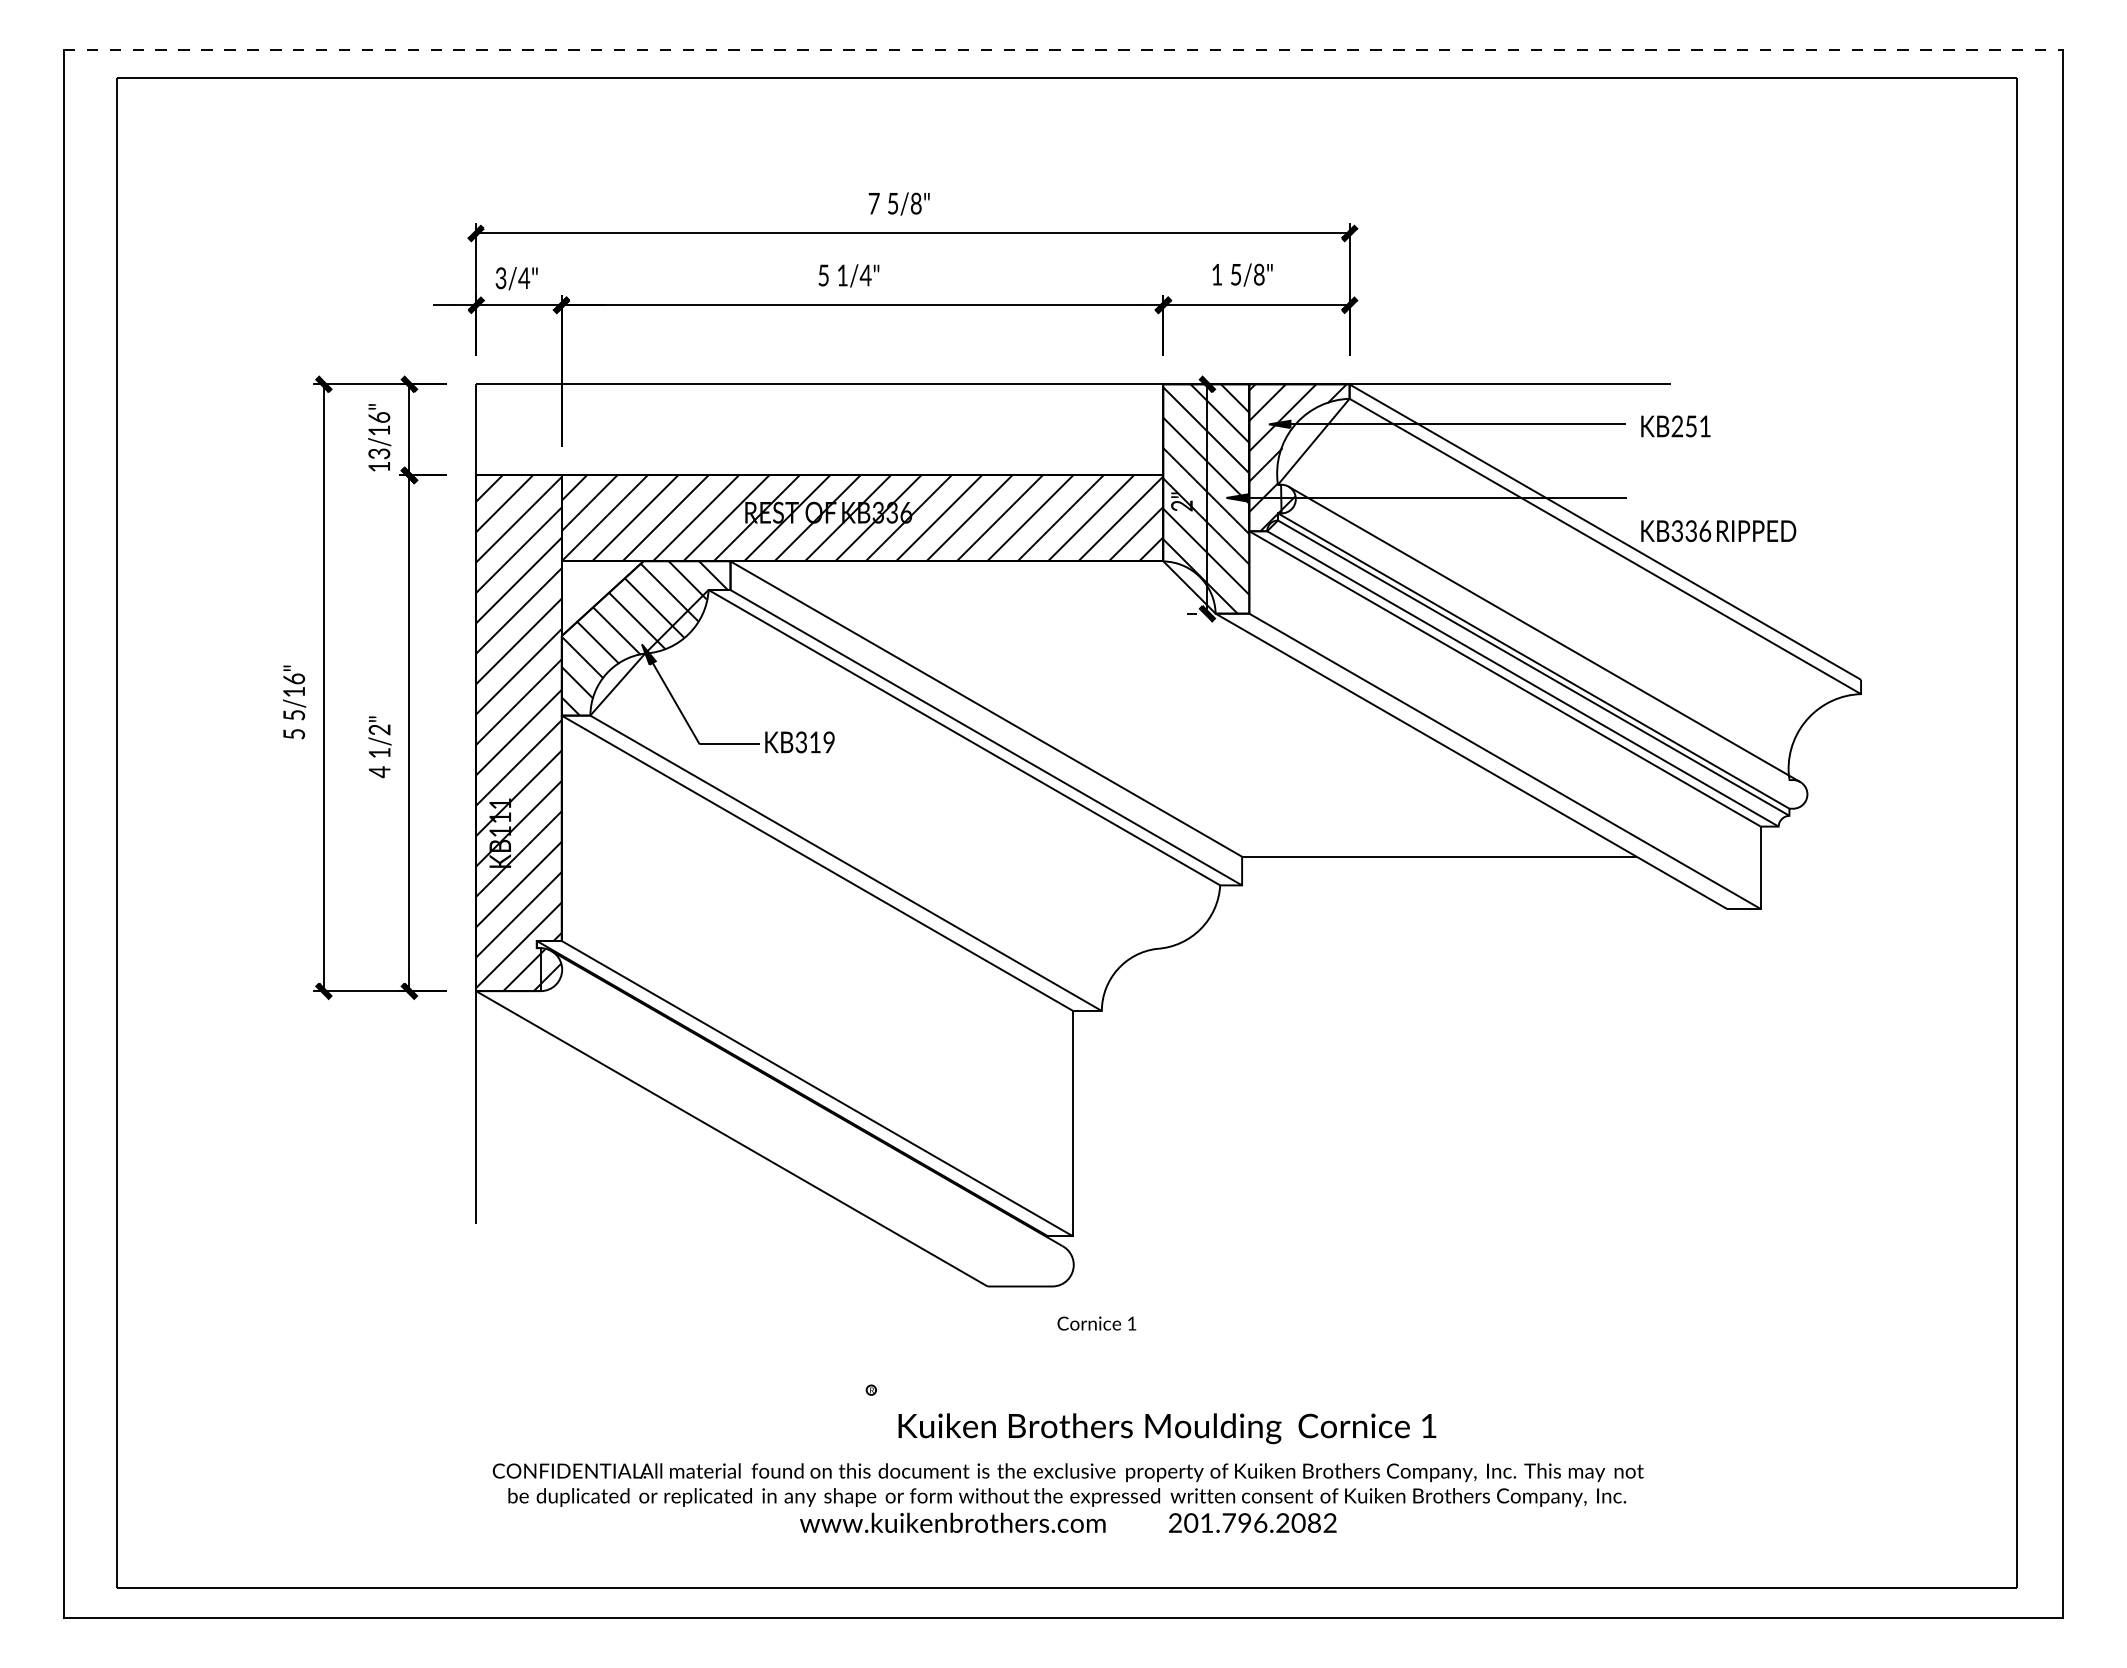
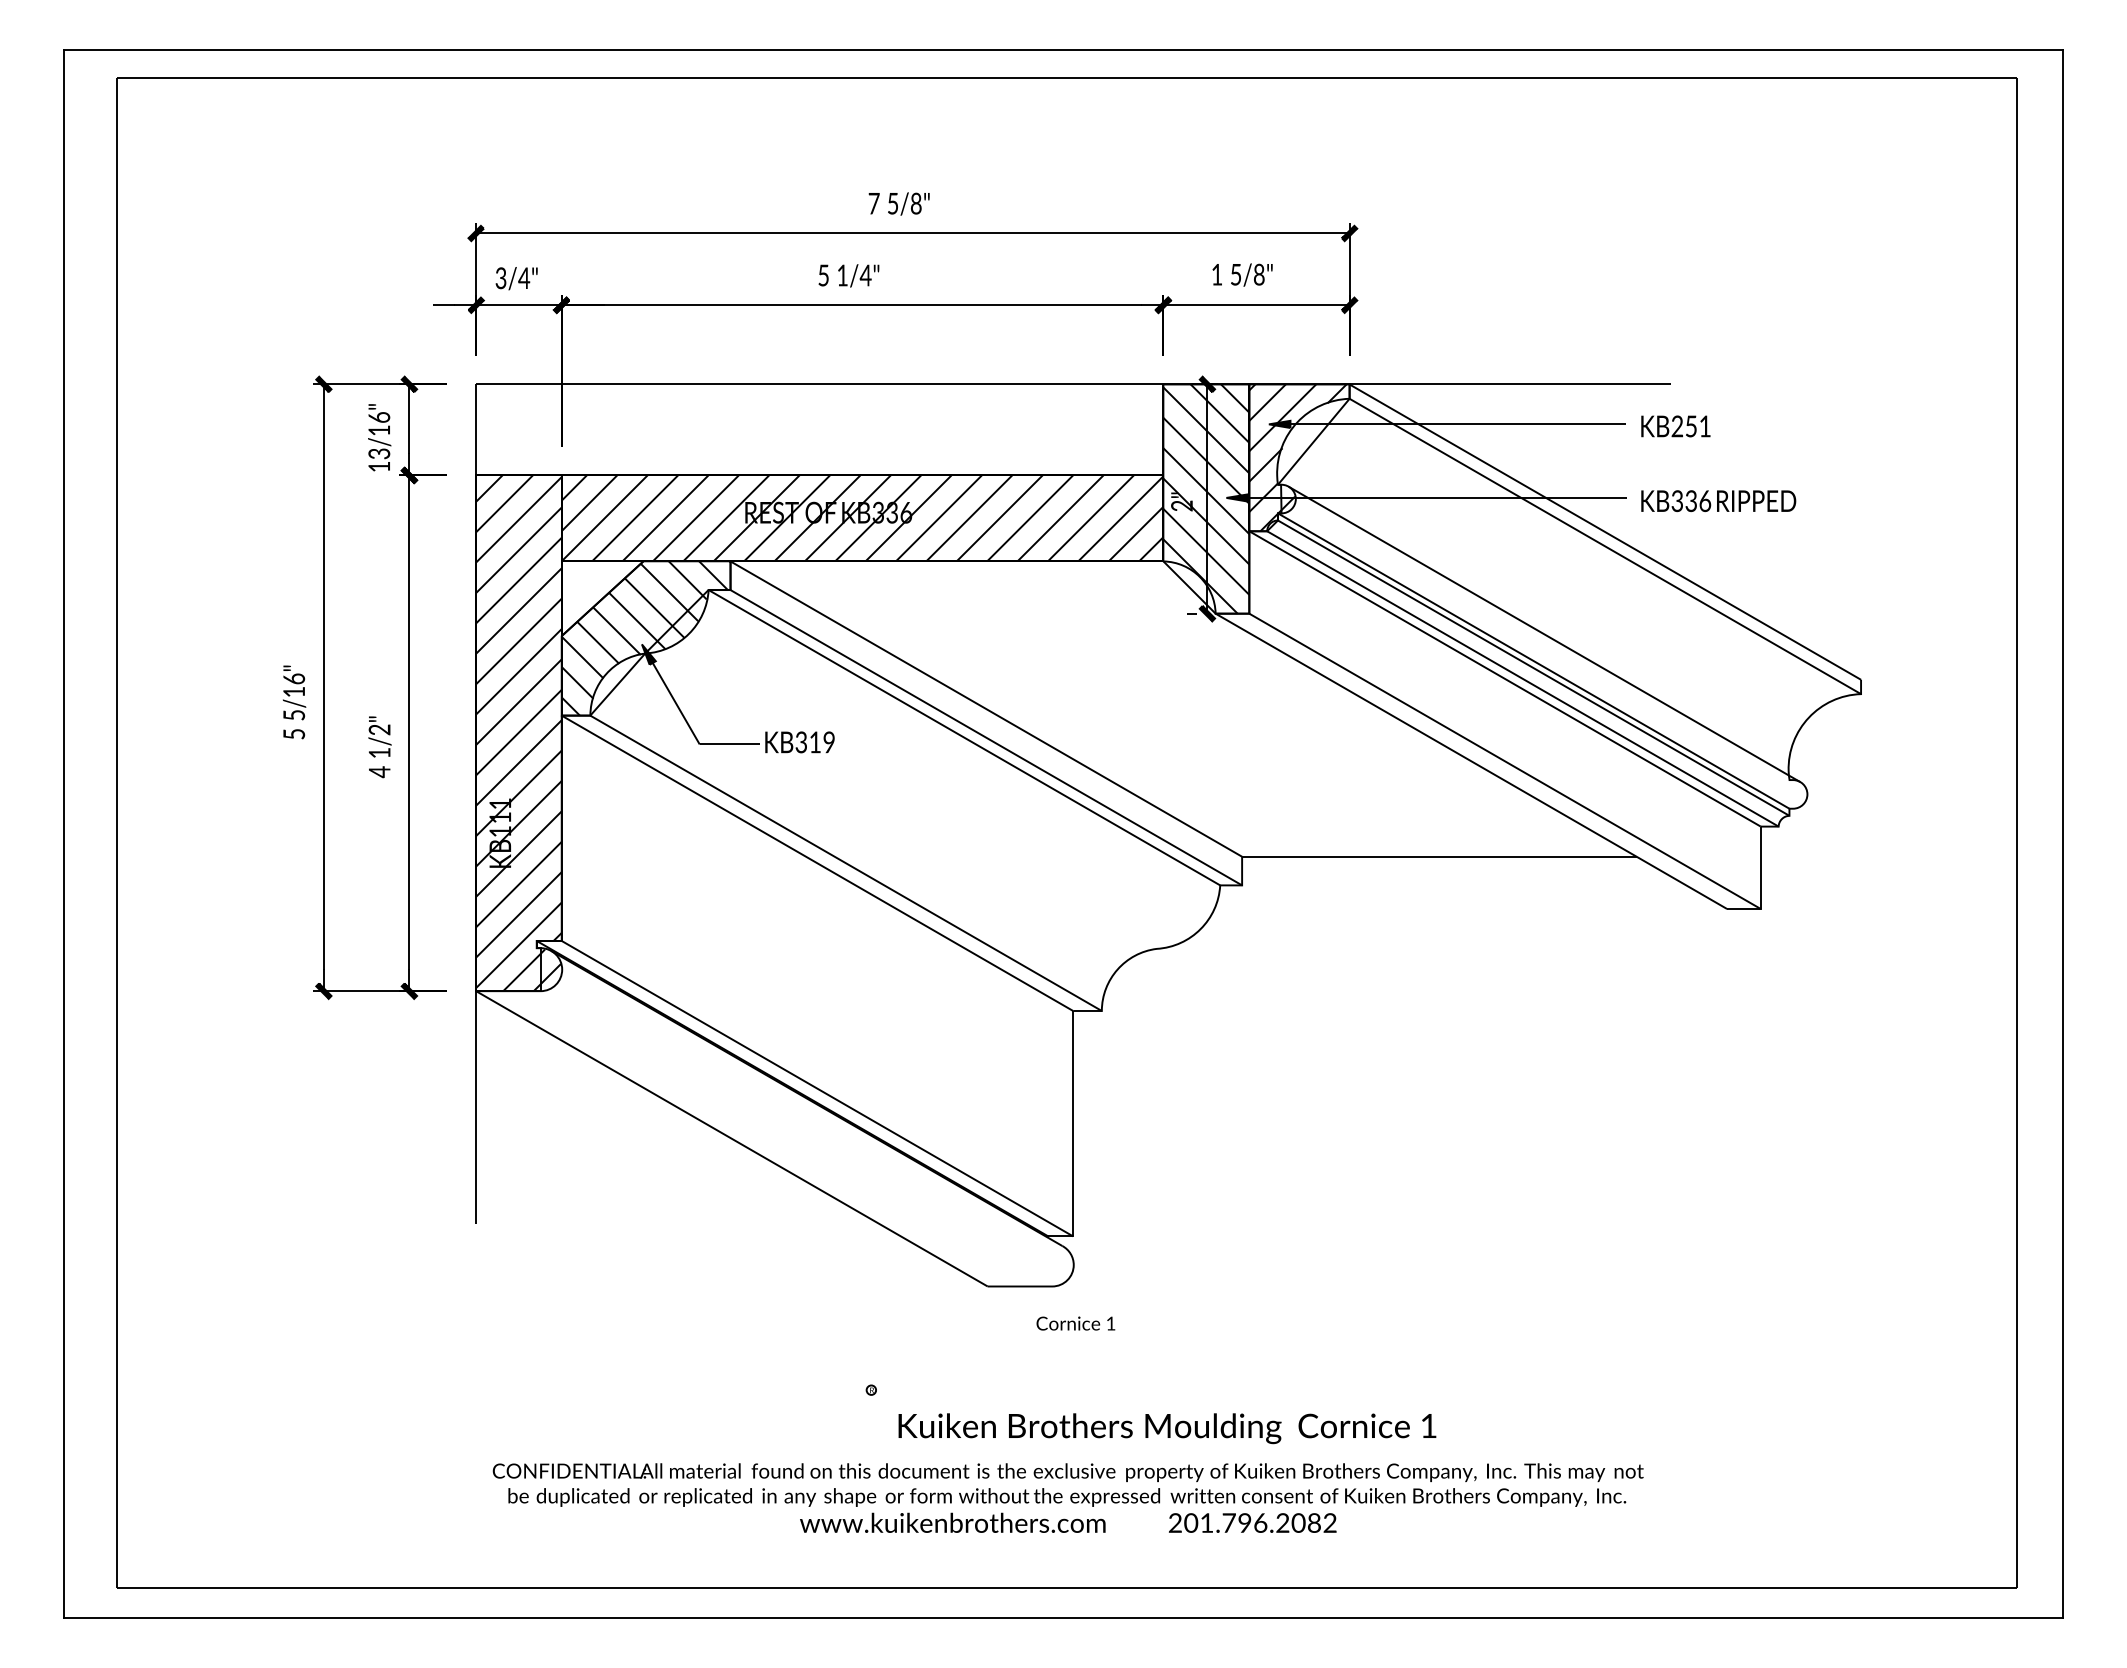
line at (1063, 50): dashed -> solid
text at (1718, 531) position: (1718, 531) -> (1718, 501)
text at (1096, 1323) position: (1096, 1323) -> (1075, 1323)
